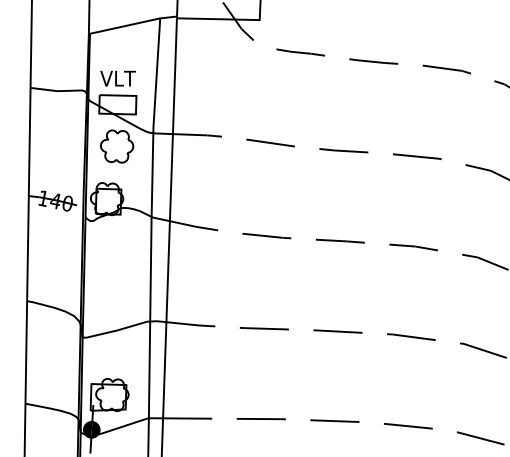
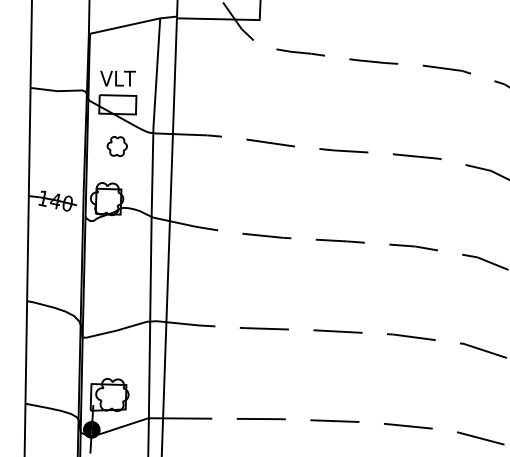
part at (117, 146) size: 35x35 px -> 22x22 px
